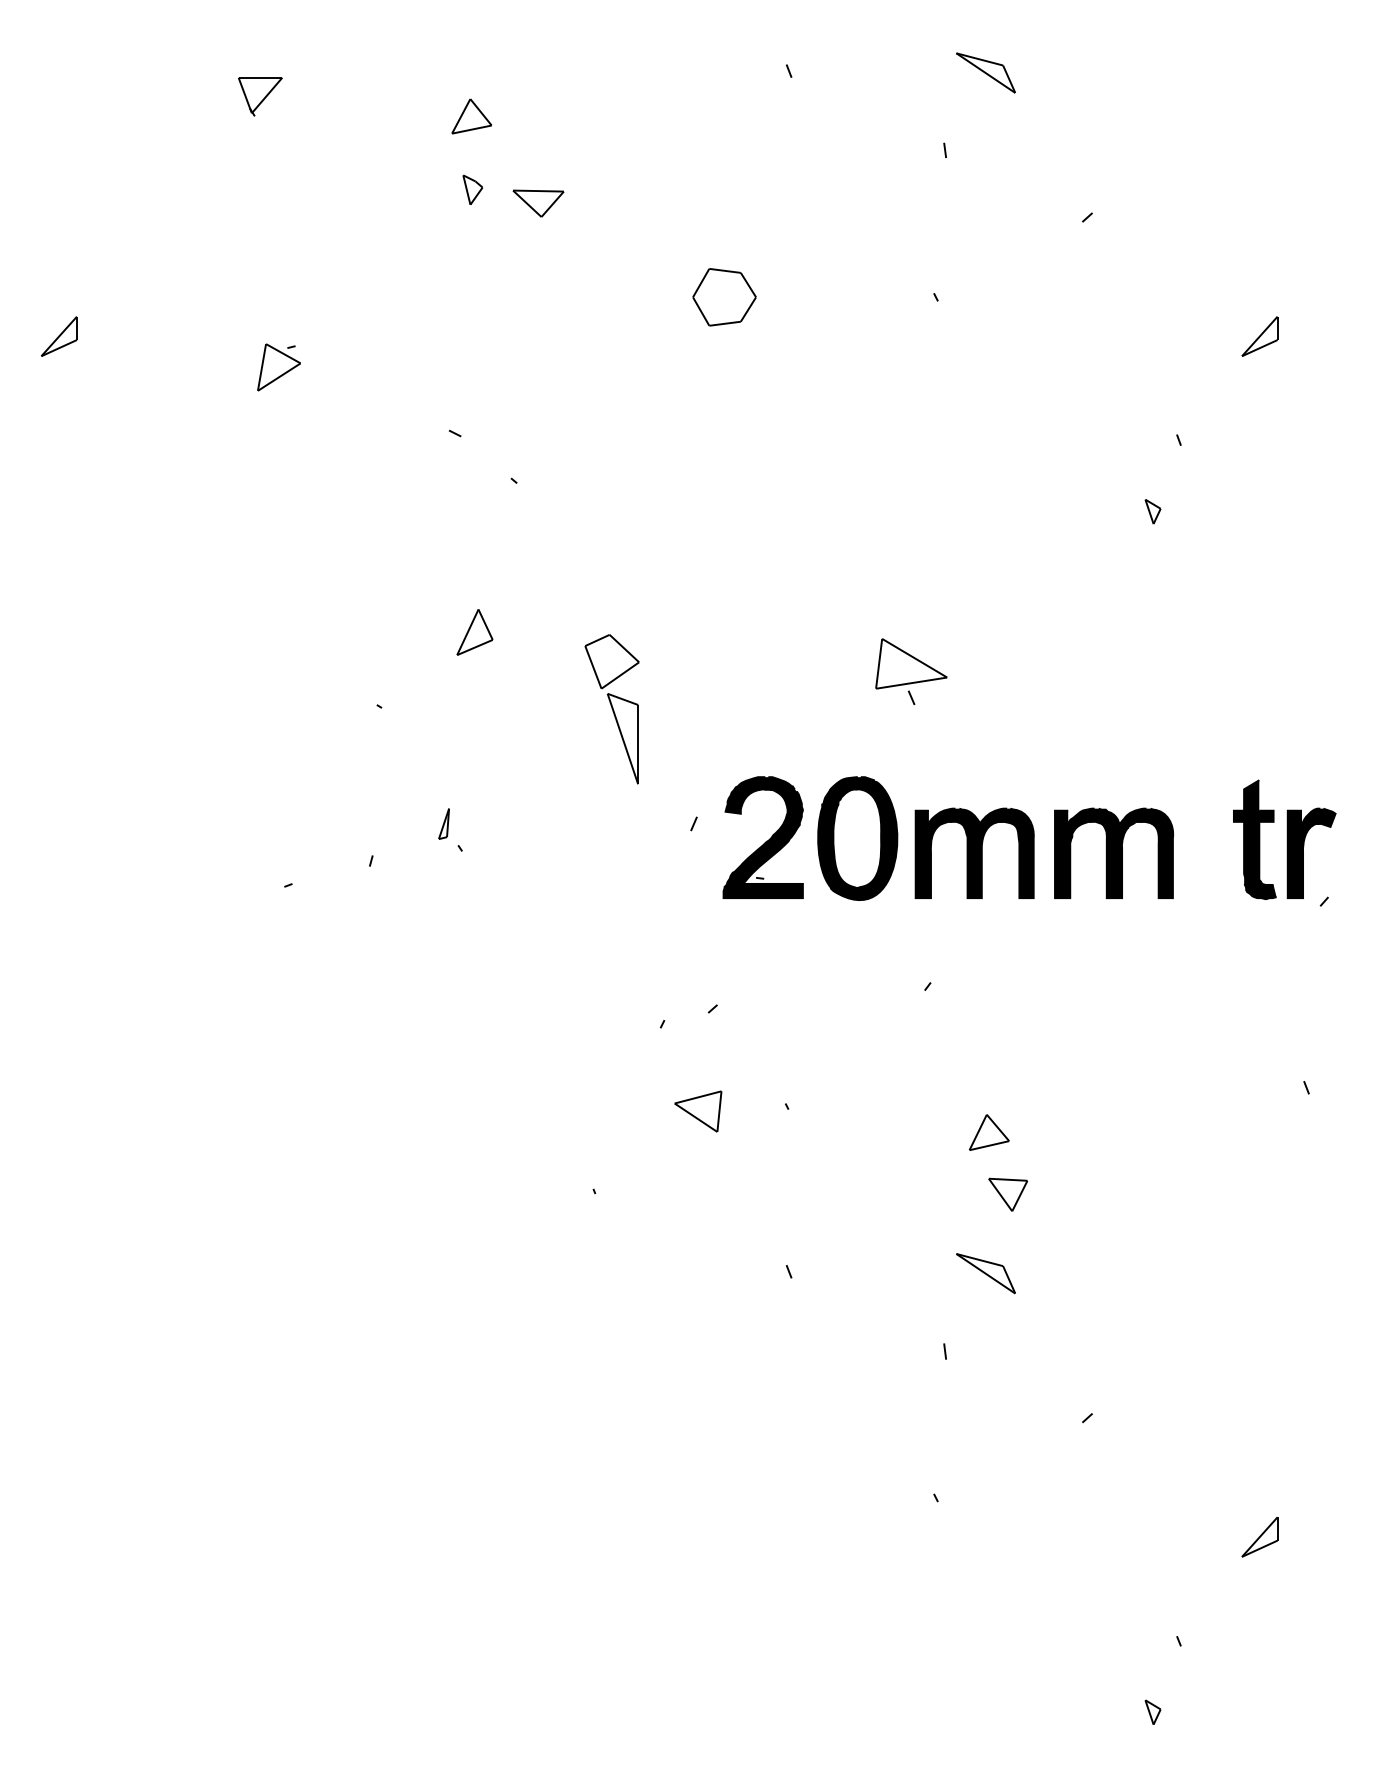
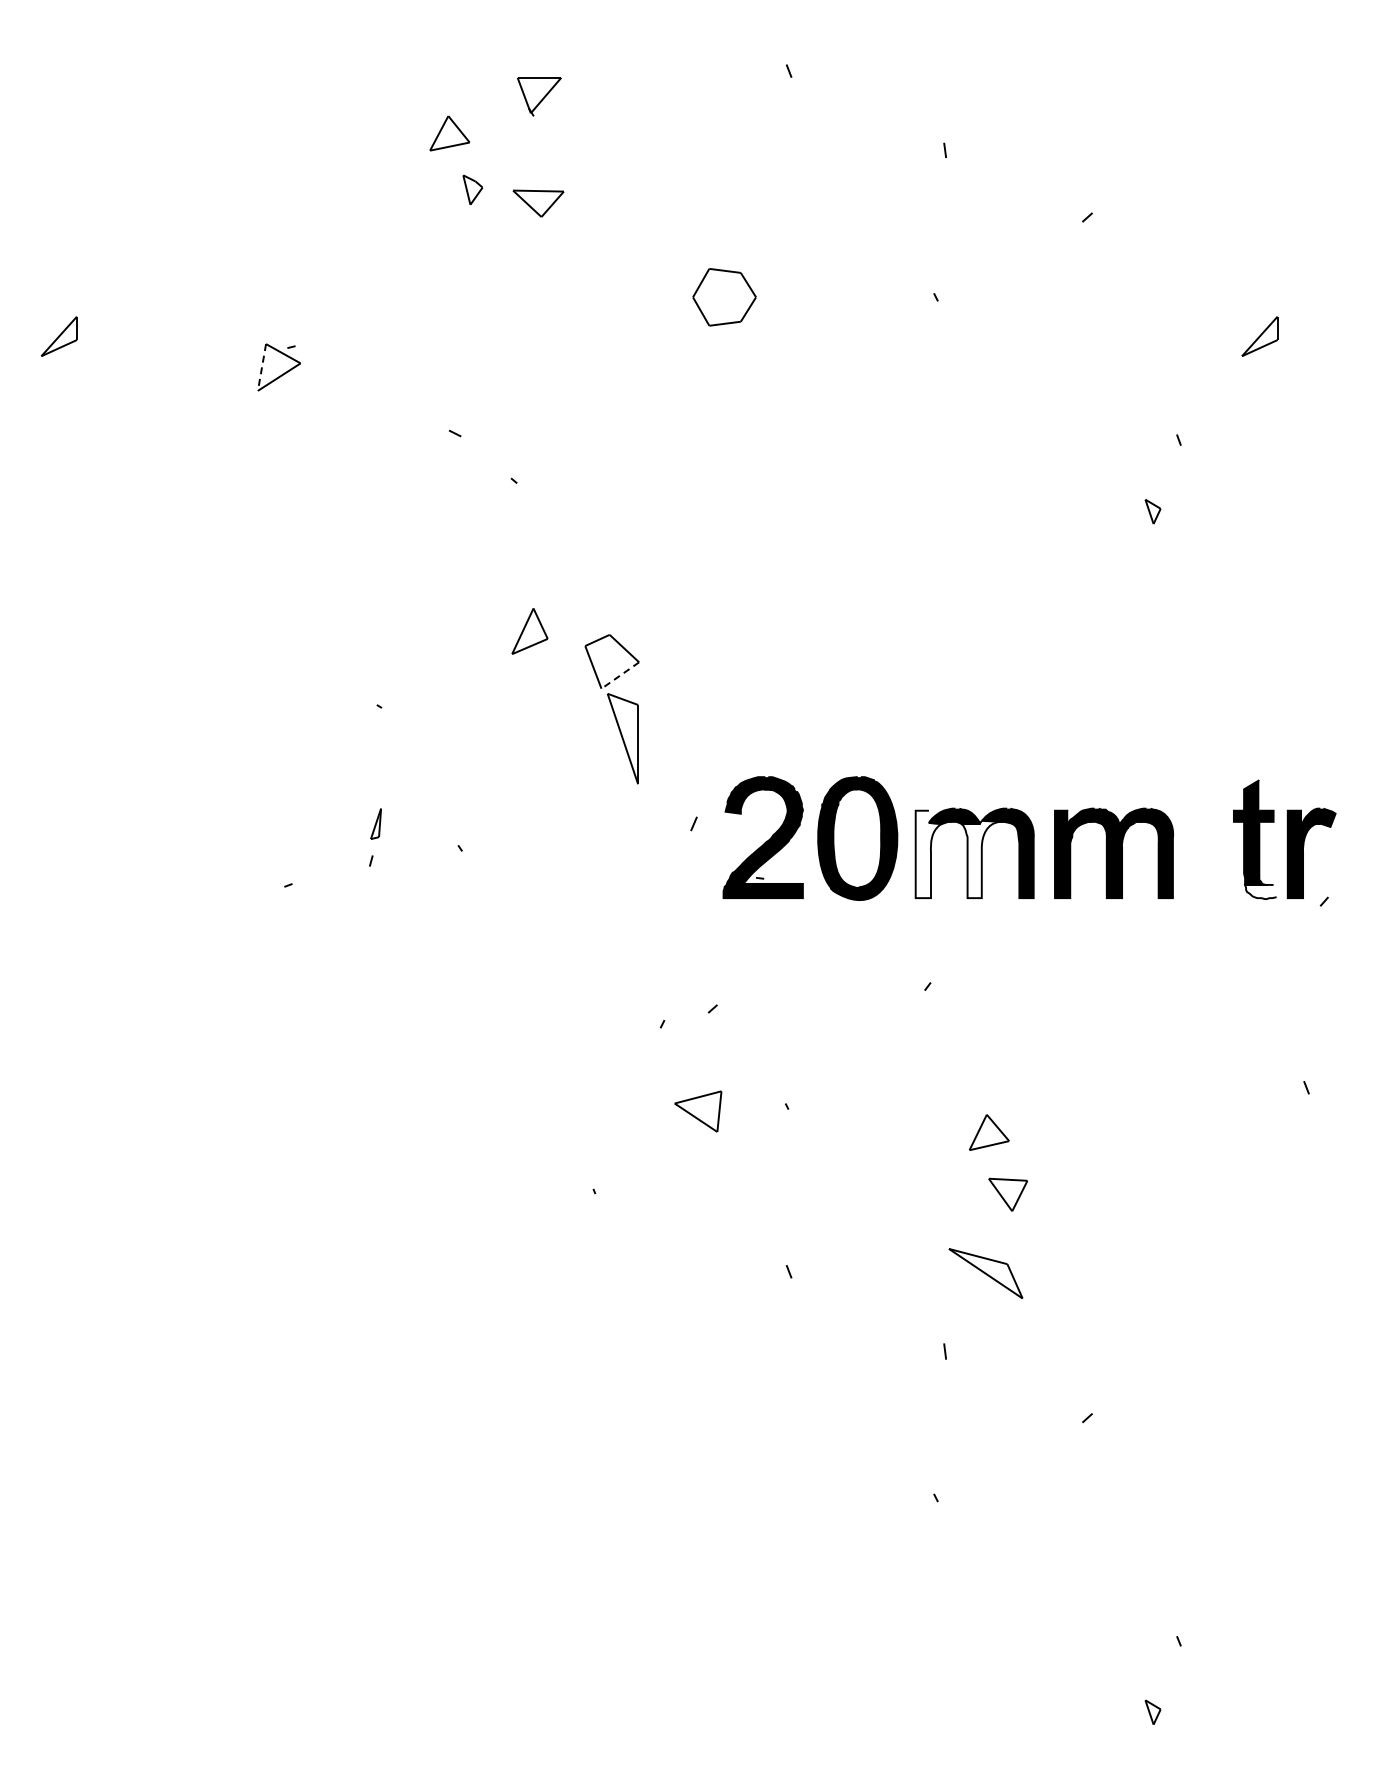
part at (985, 72): present -> none
part at (260, 96) position: (260, 96) -> (539, 96)
part at (471, 116) position: (471, 116) -> (449, 133)
line at (262, 367): solid -> dashed
part at (474, 632) position: (474, 632) -> (529, 631)
part at (911, 671): present -> none
line at (620, 675): solid -> dashed
part at (443, 823) position: (443, 823) -> (375, 823)
fill at (928, 854): present -> none
fill at (982, 859): present -> none
fill at (1260, 891): present -> none
part at (985, 1273) size: 60x42 px -> 76x51 px
part at (1259, 1537): present -> none
